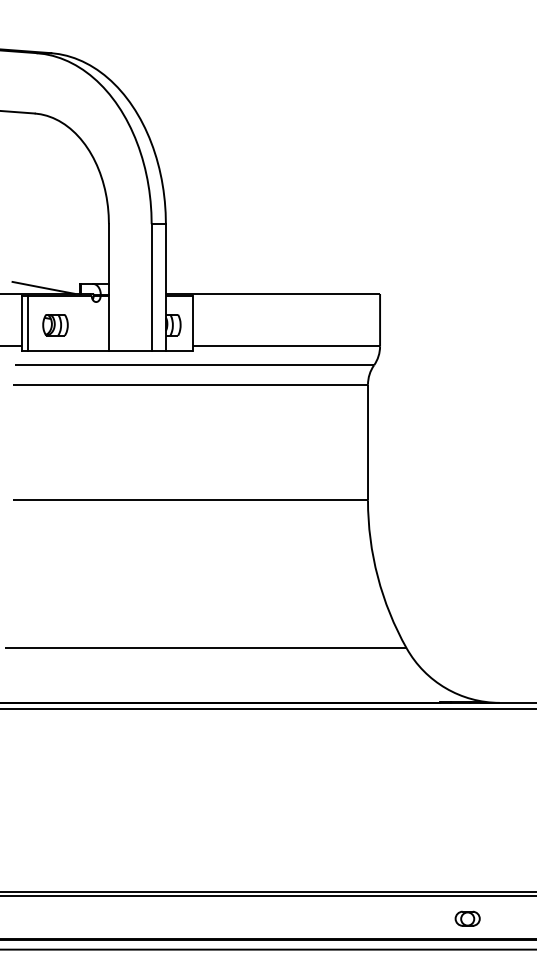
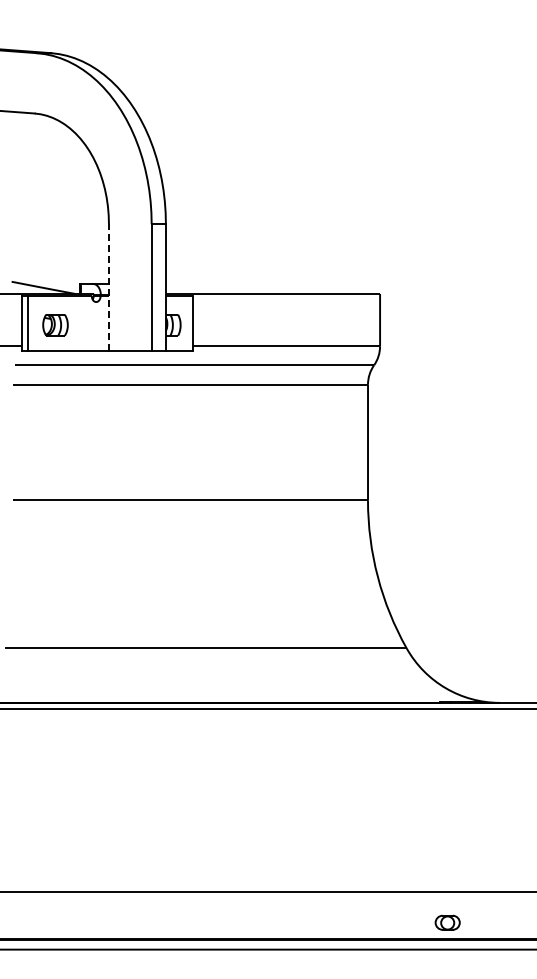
line at (108, 287): solid -> dashed
line at (267, 895): present -> none
part at (467, 918) position: (467, 918) -> (447, 922)
